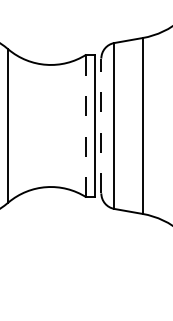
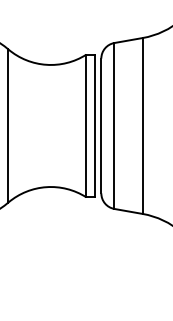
line at (86, 125): dashed -> solid
line at (101, 125): dashed -> solid
